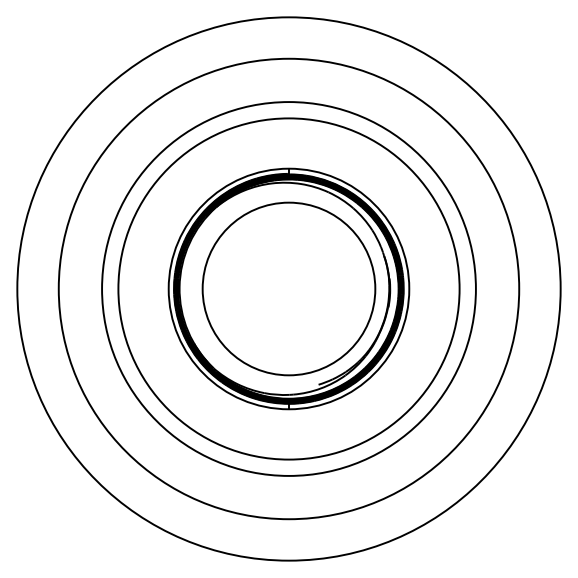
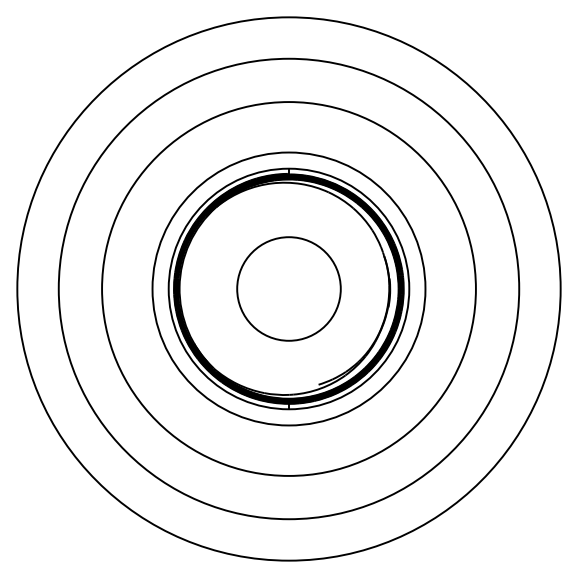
circle at (288, 288) diameter: 173 px -> 104 px
circle at (288, 288) diameter: 341 px -> 273 px
